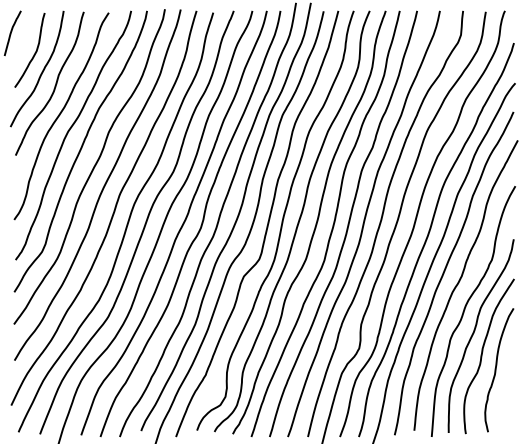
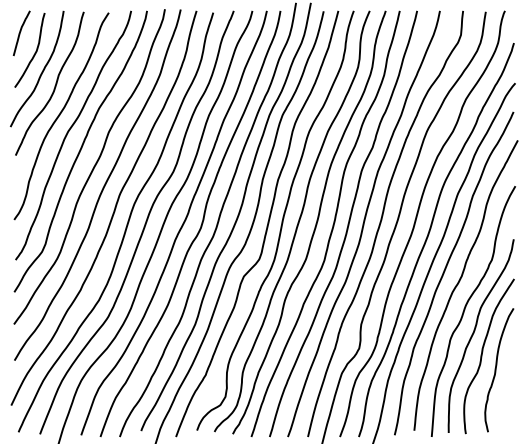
curve at (11, 33) position: (11, 33) -> (20, 33)
